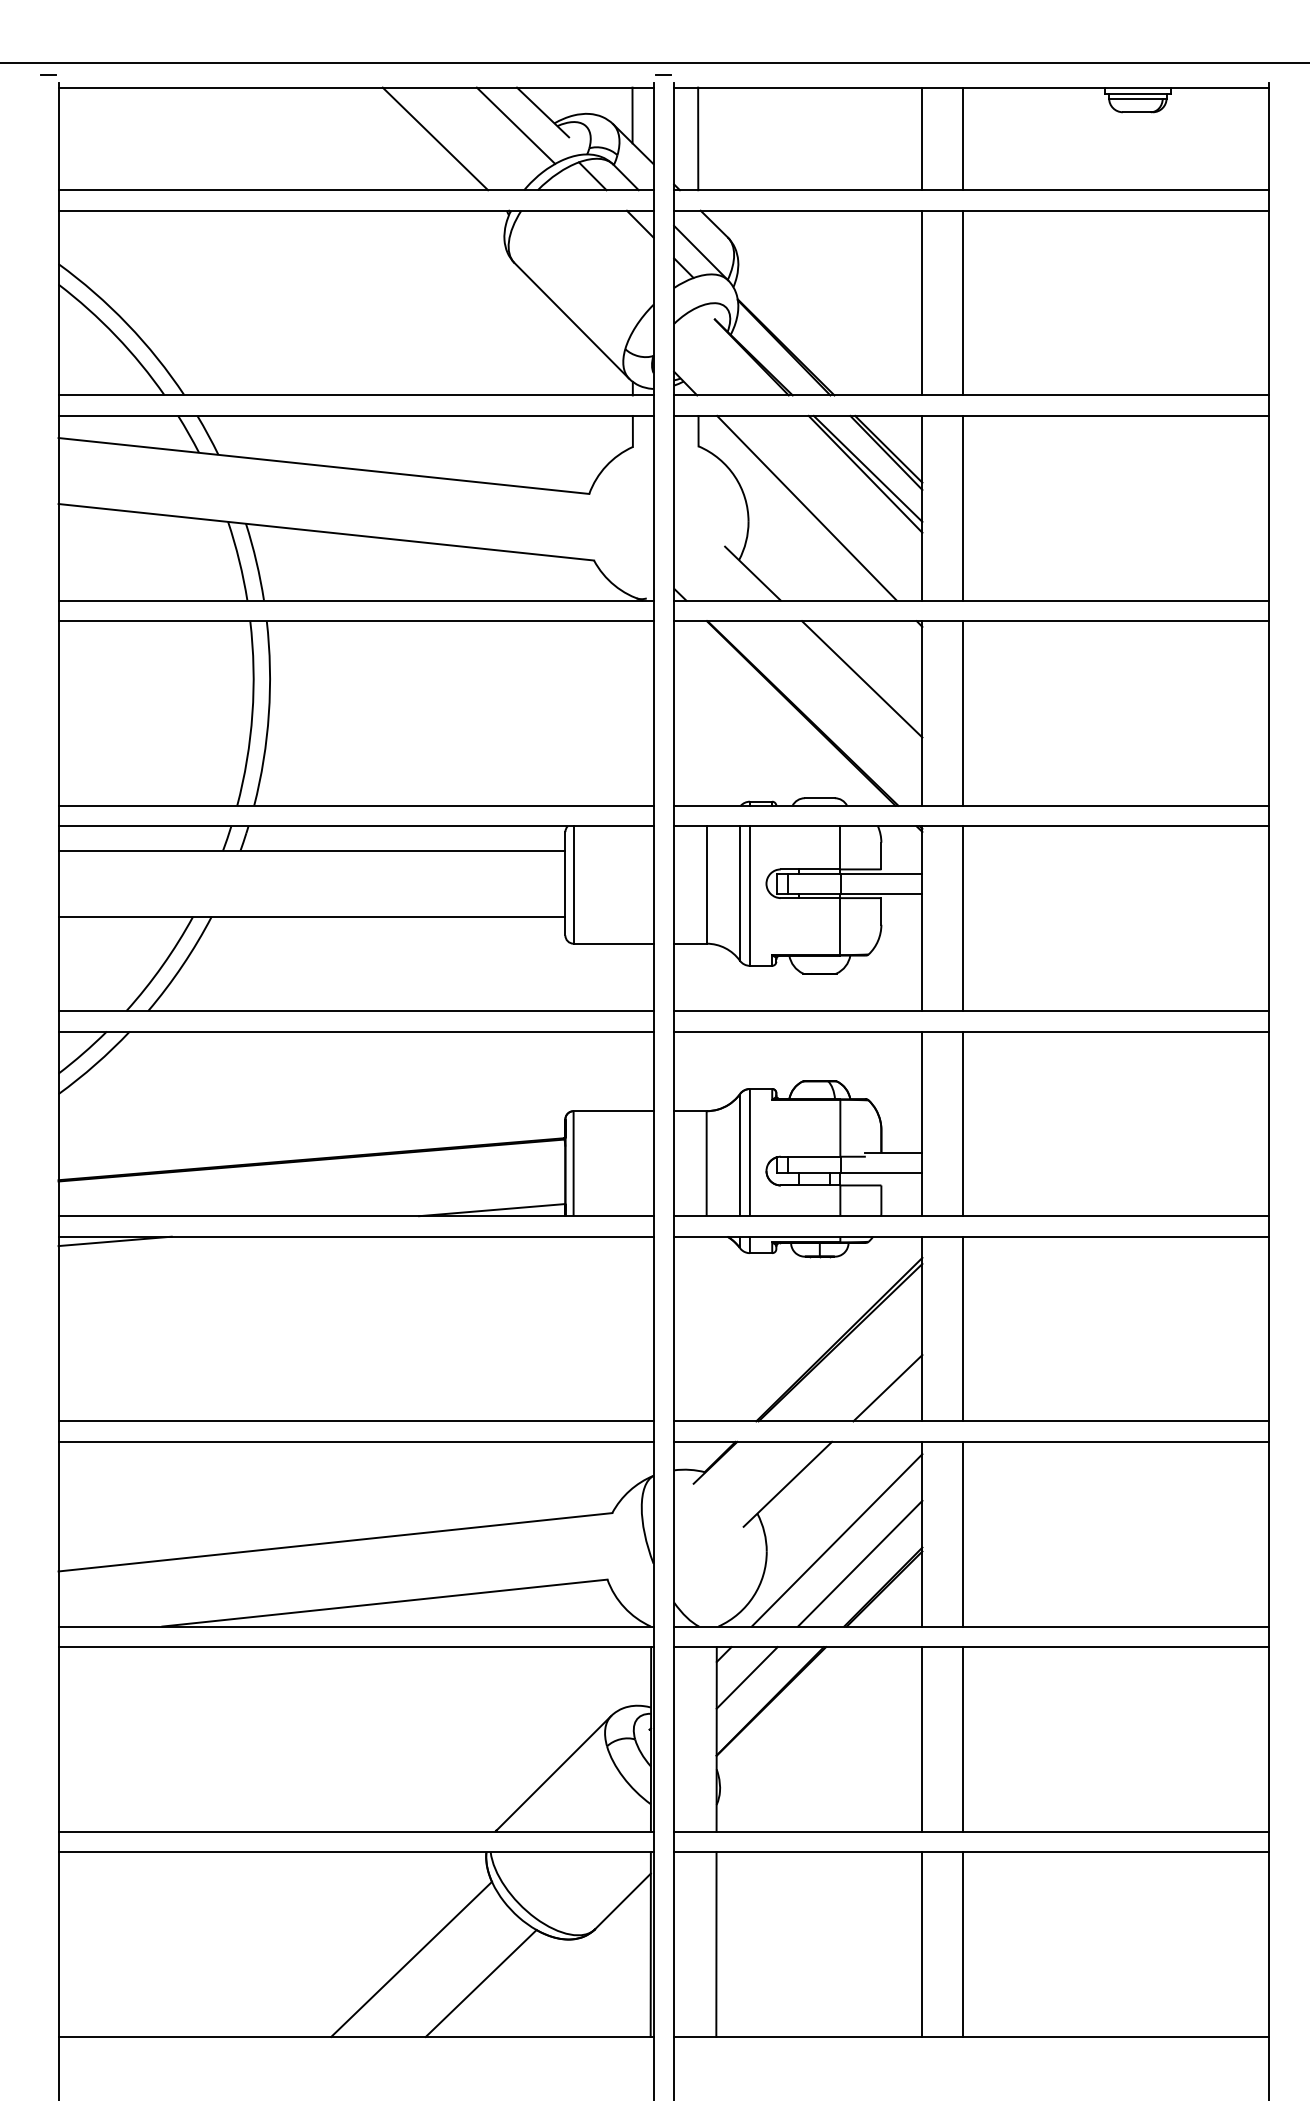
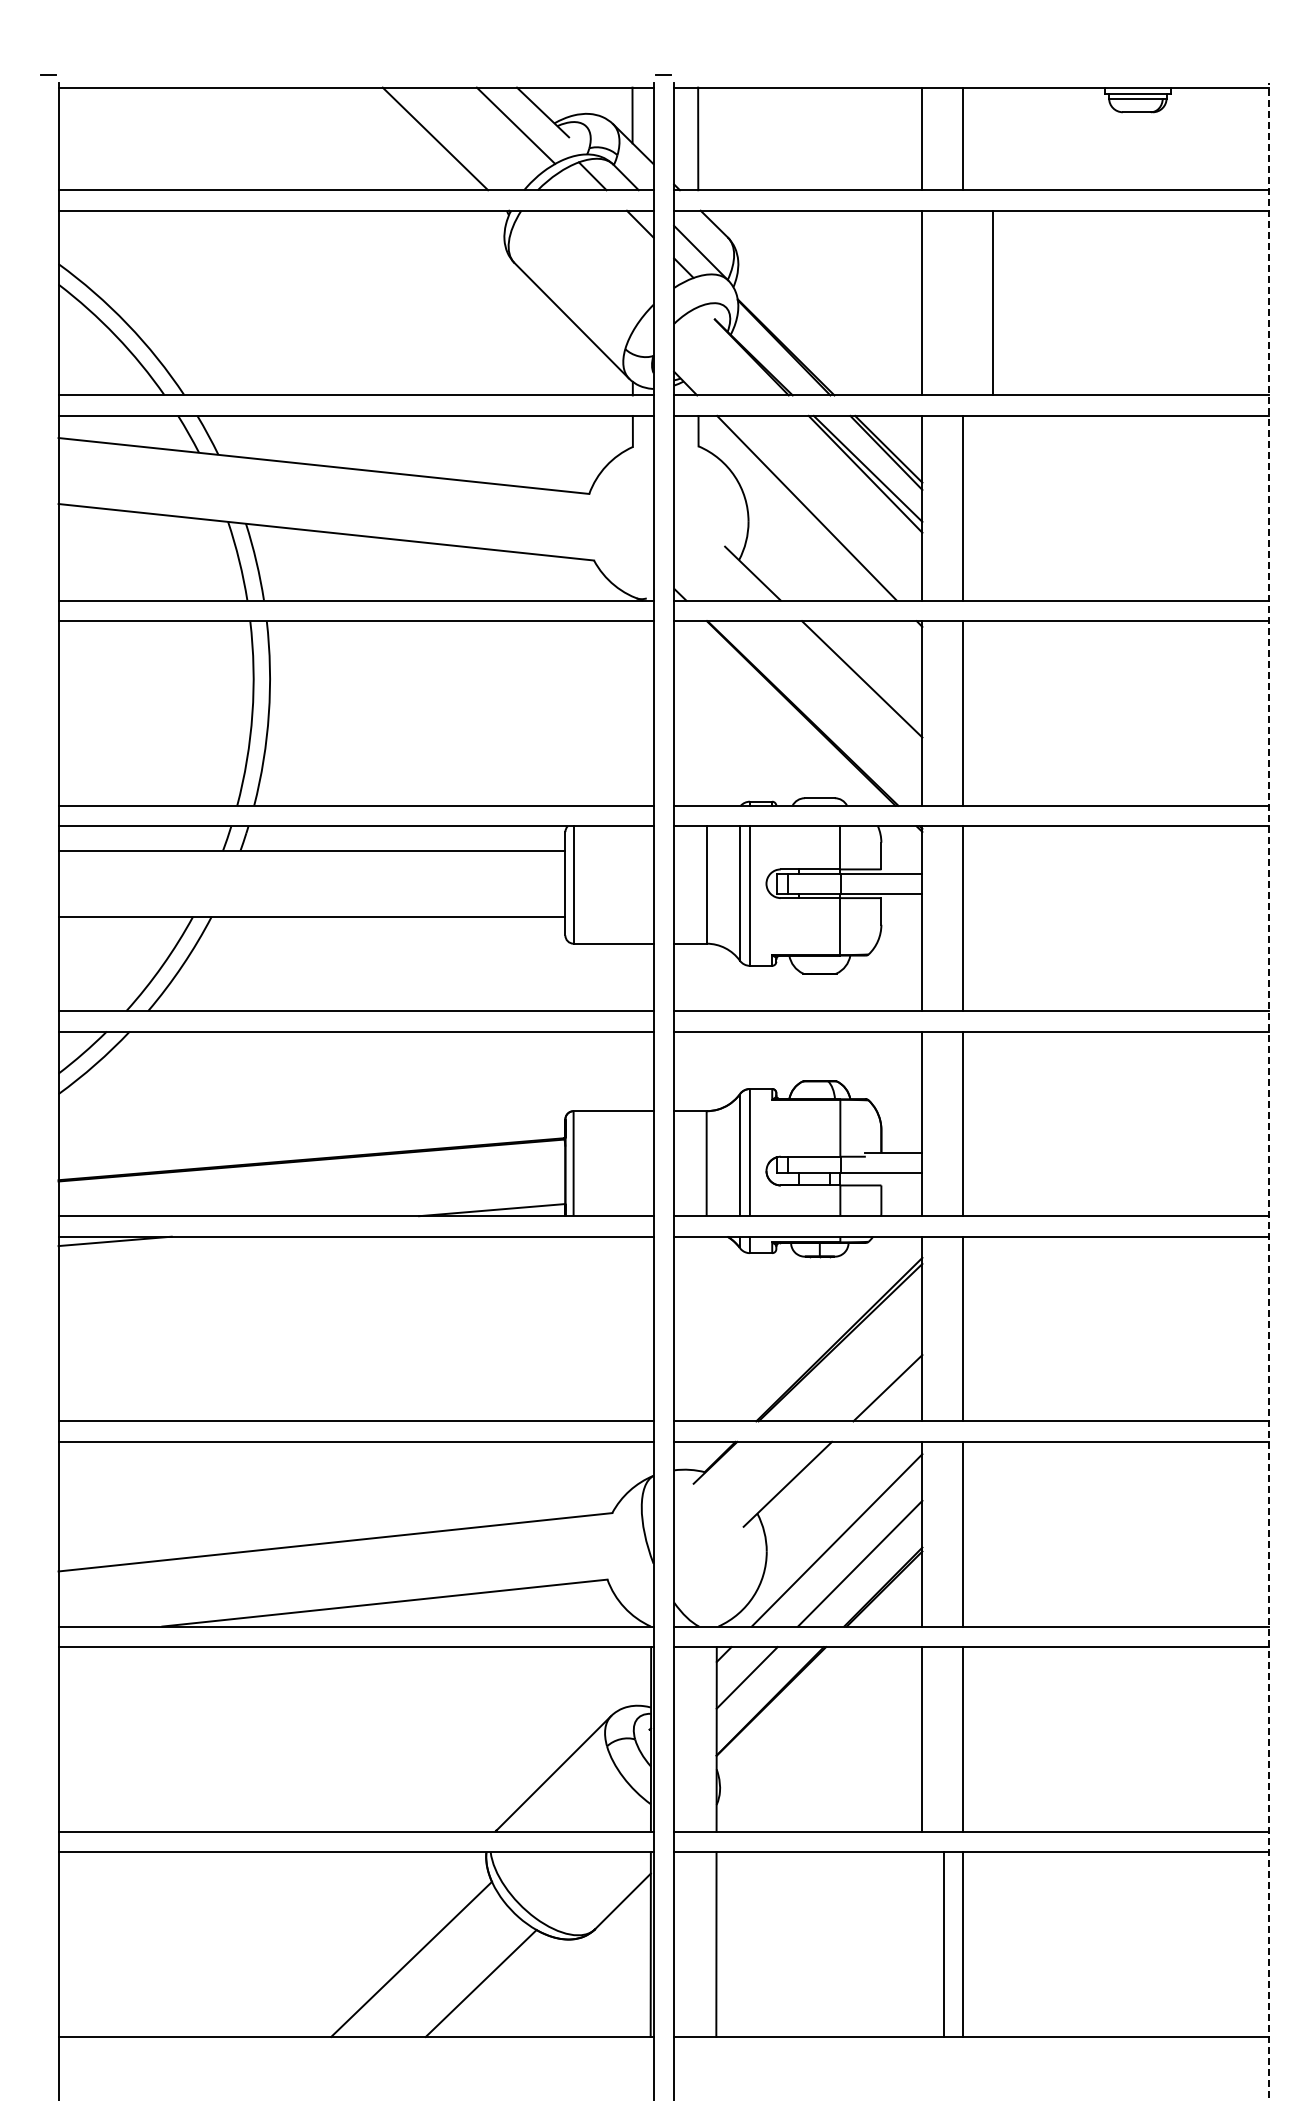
line at (654, 63): present -> none
line at (963, 302) position: (963, 302) -> (993, 302)
line at (1269, 1091): solid -> dashed
line at (922, 1944) position: (922, 1944) -> (944, 1944)
